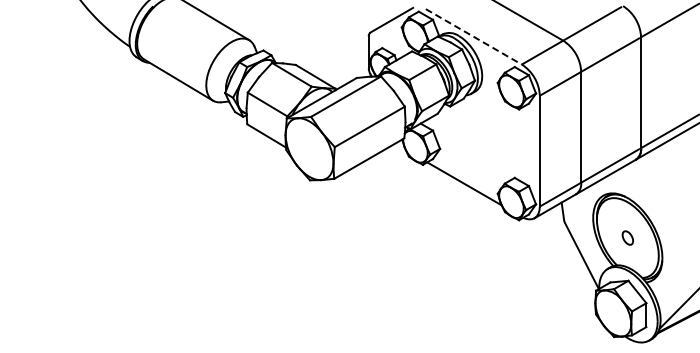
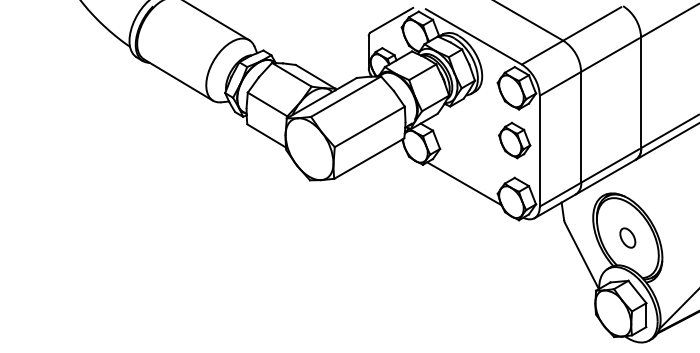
line at (474, 37): dashed -> solid
part at (514, 140): none -> present
part at (627, 237) size: 13x16 px -> 18x22 px
